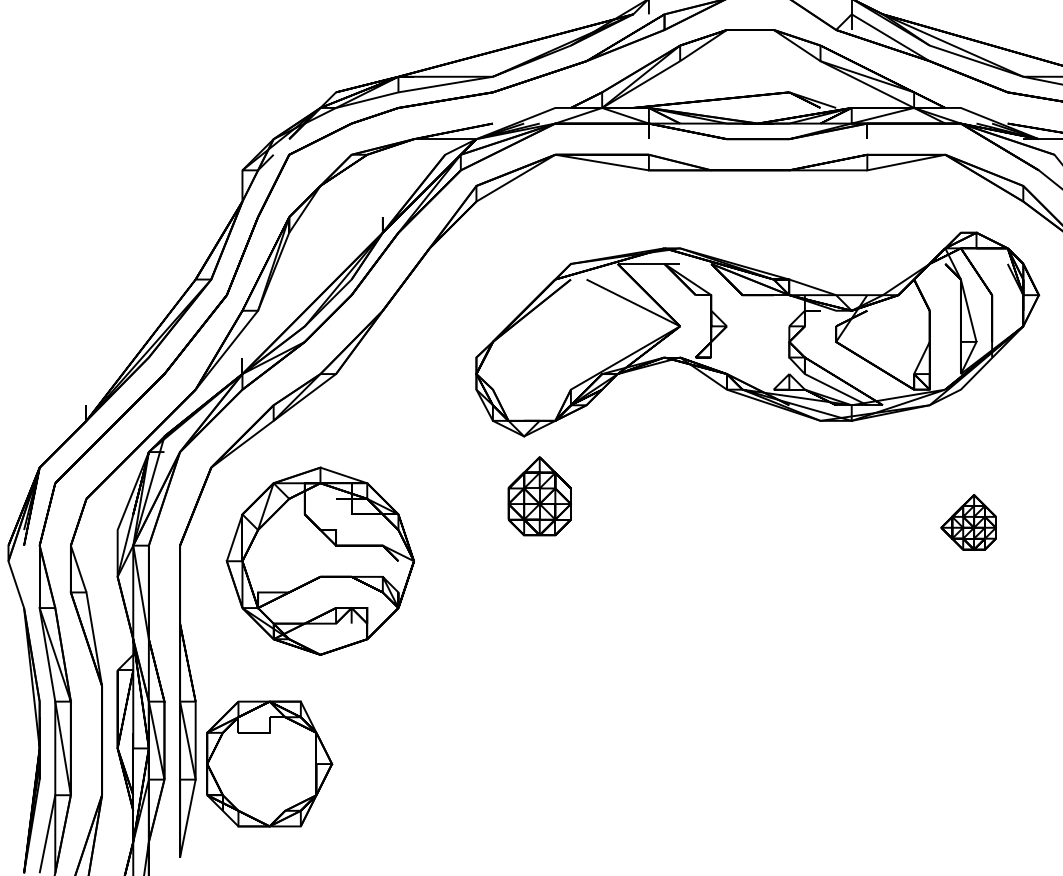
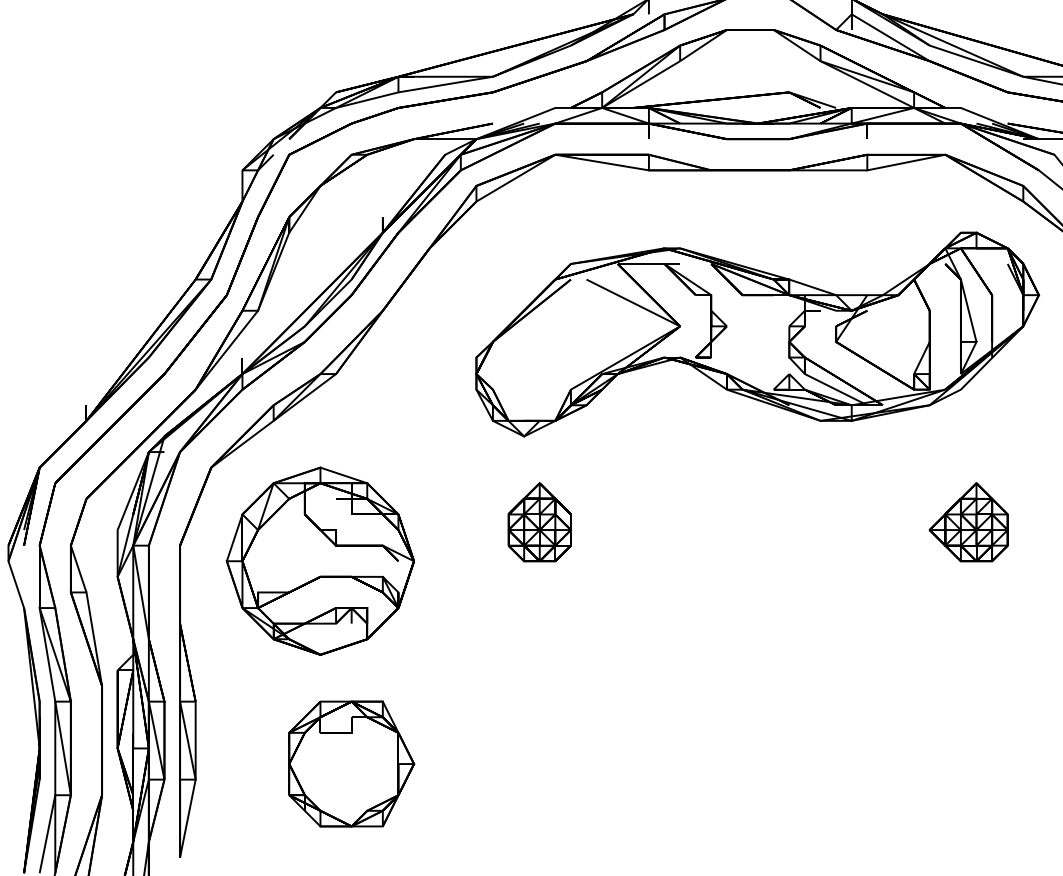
part at (539, 496) position: (539, 496) -> (539, 522)
part at (968, 522) size: 57x57 px -> 81x81 px
part at (269, 763) position: (269, 763) -> (351, 763)
